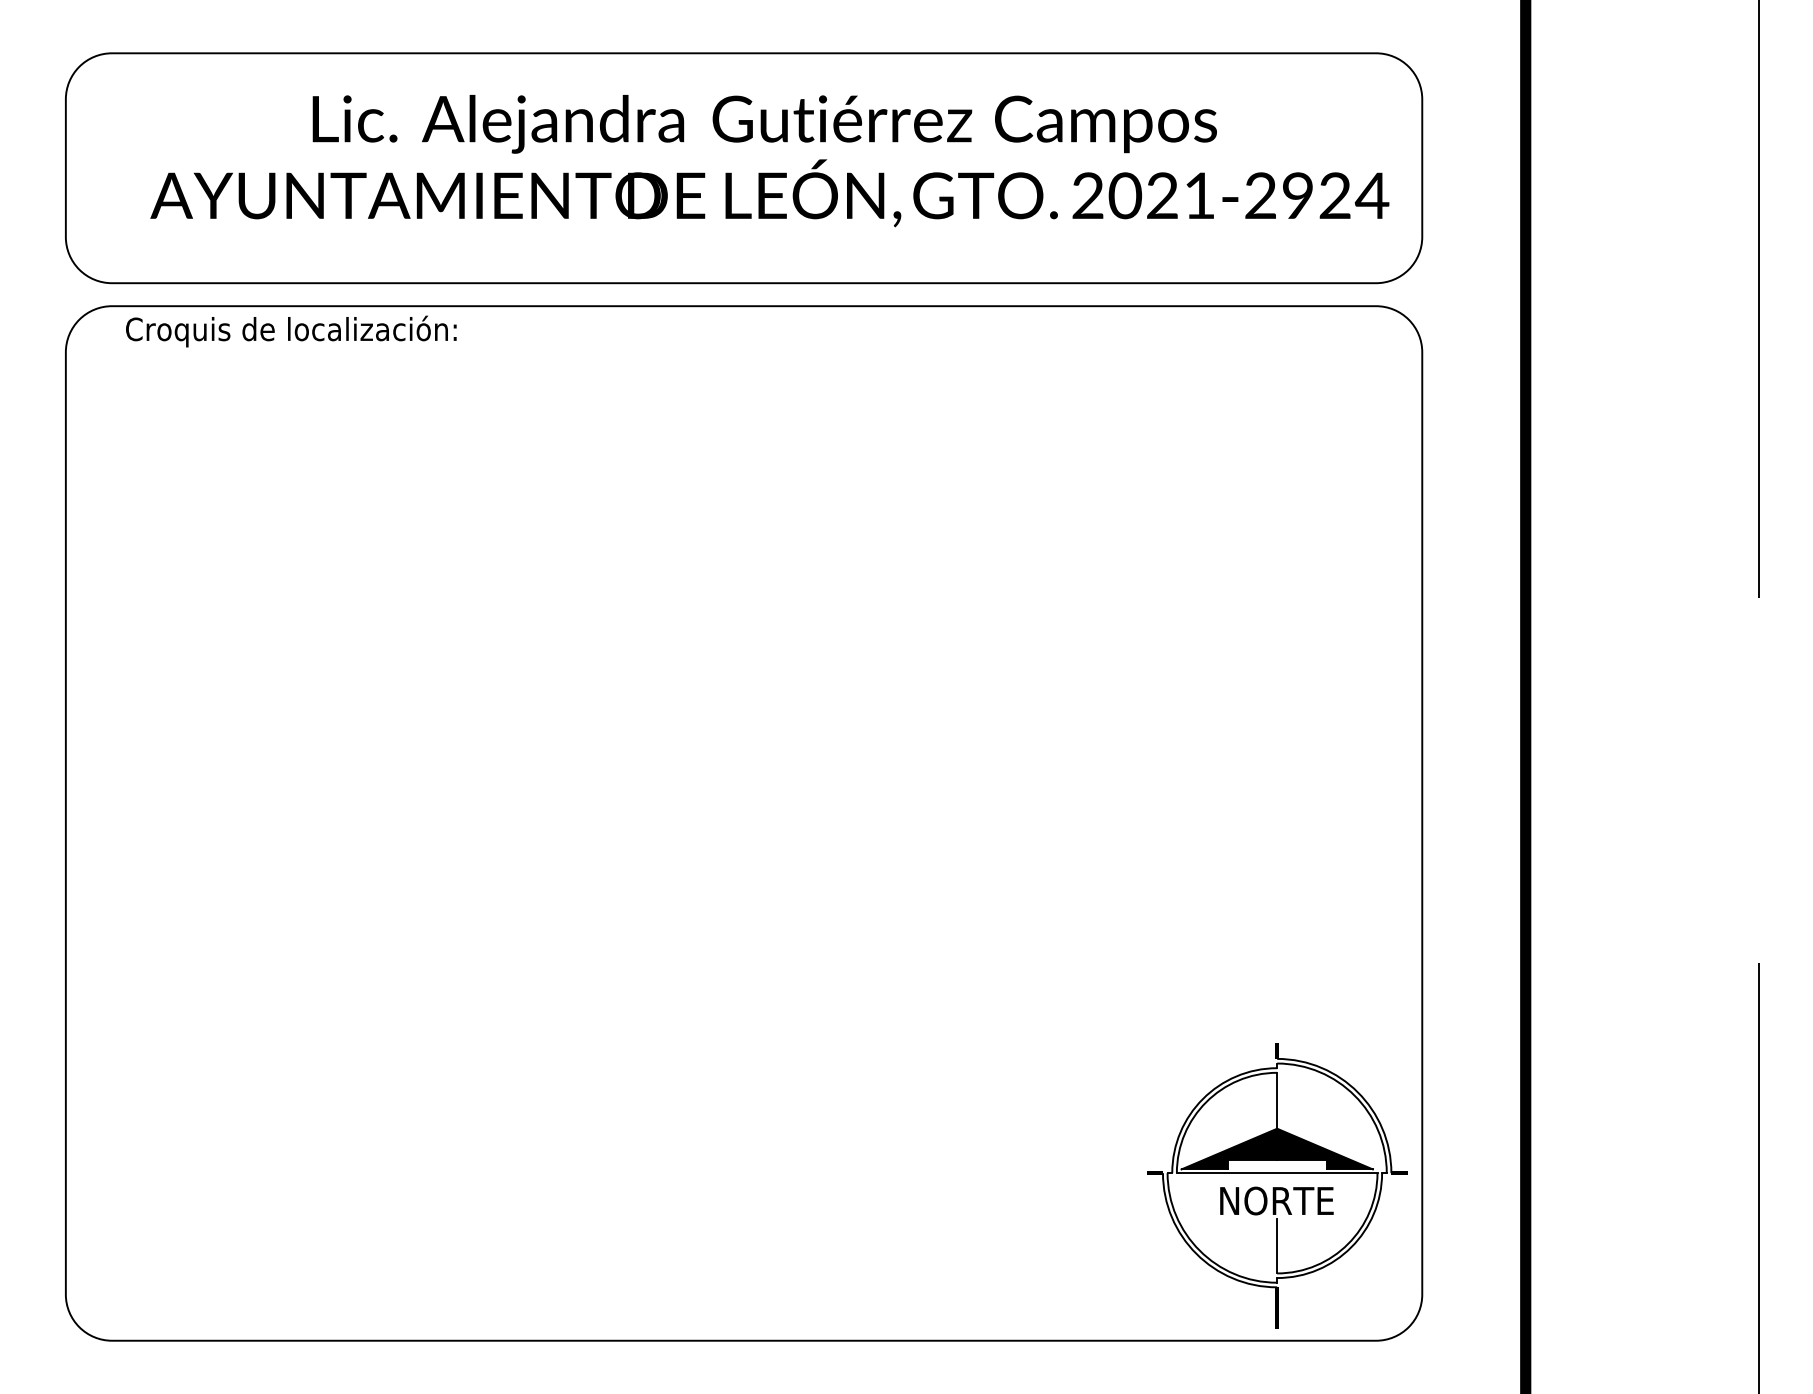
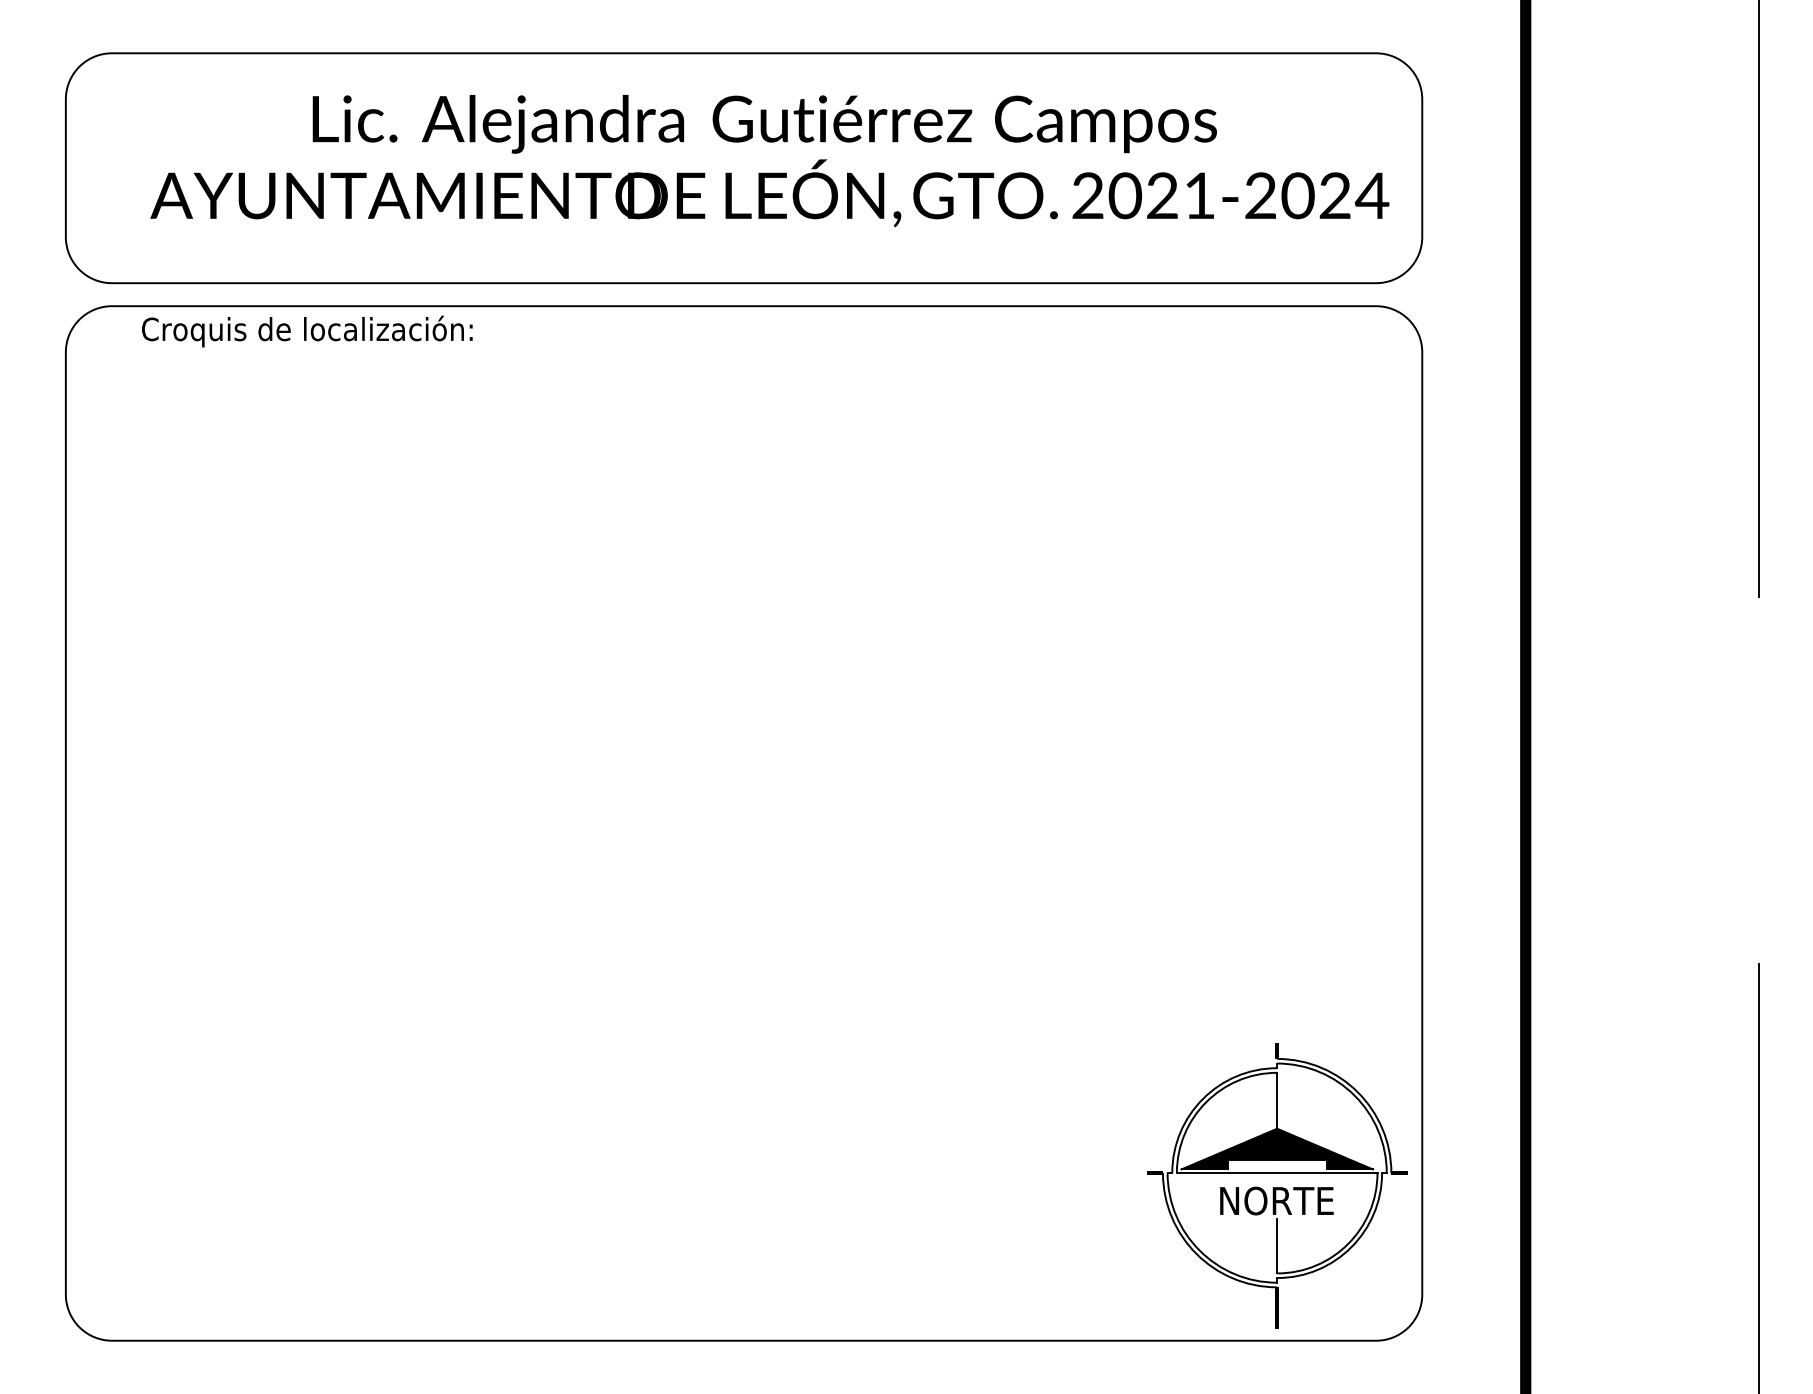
text at (1297, 196): 2021-2924 -> 2021-2024
text at (291, 331) position: (291, 331) -> (307, 331)
